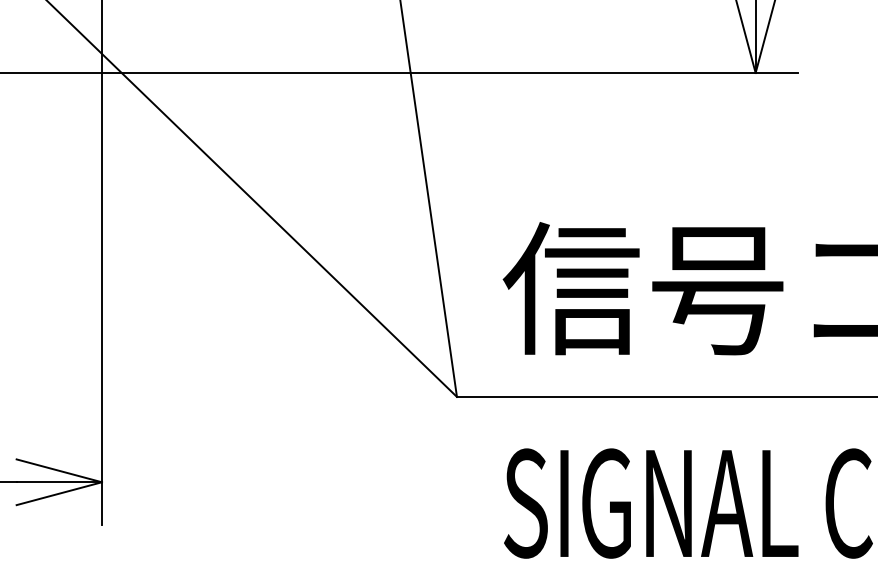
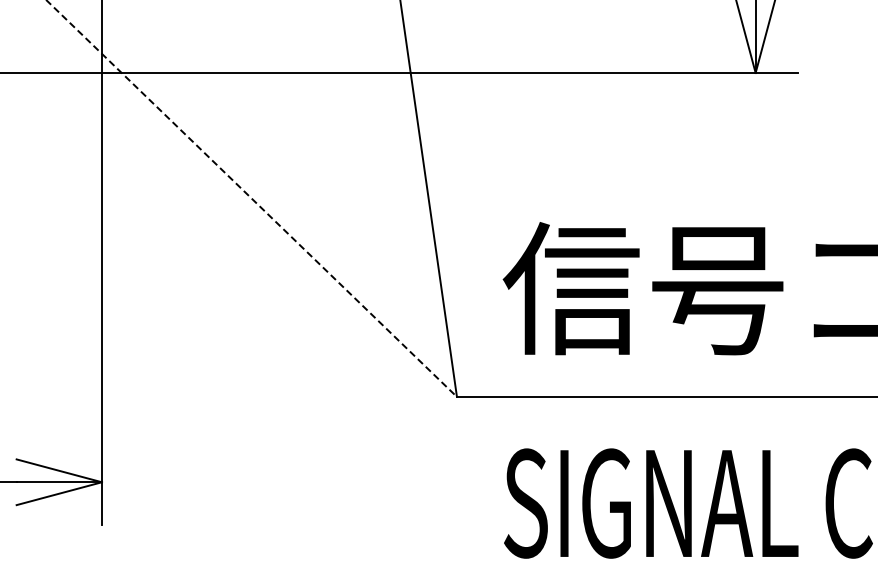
line at (252, 198): solid -> dashed
